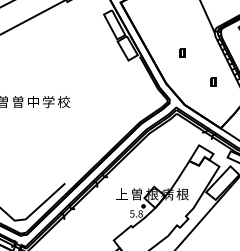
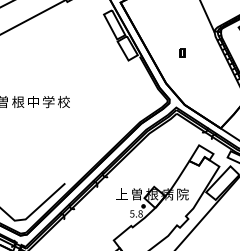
part at (213, 81): present -> none
text at (18, 101): 曽 -> 根
text at (182, 194): 根 -> 院
